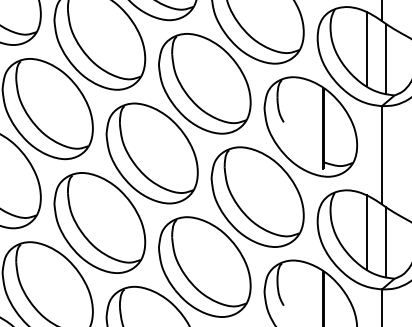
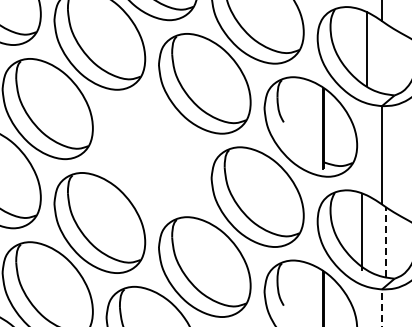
line at (386, 59): present -> none
part at (151, 153): present -> none
line at (366, 232) position: (366, 232) -> (361, 232)
line at (386, 241): solid -> dashed
line at (381, 307): solid -> dashed
